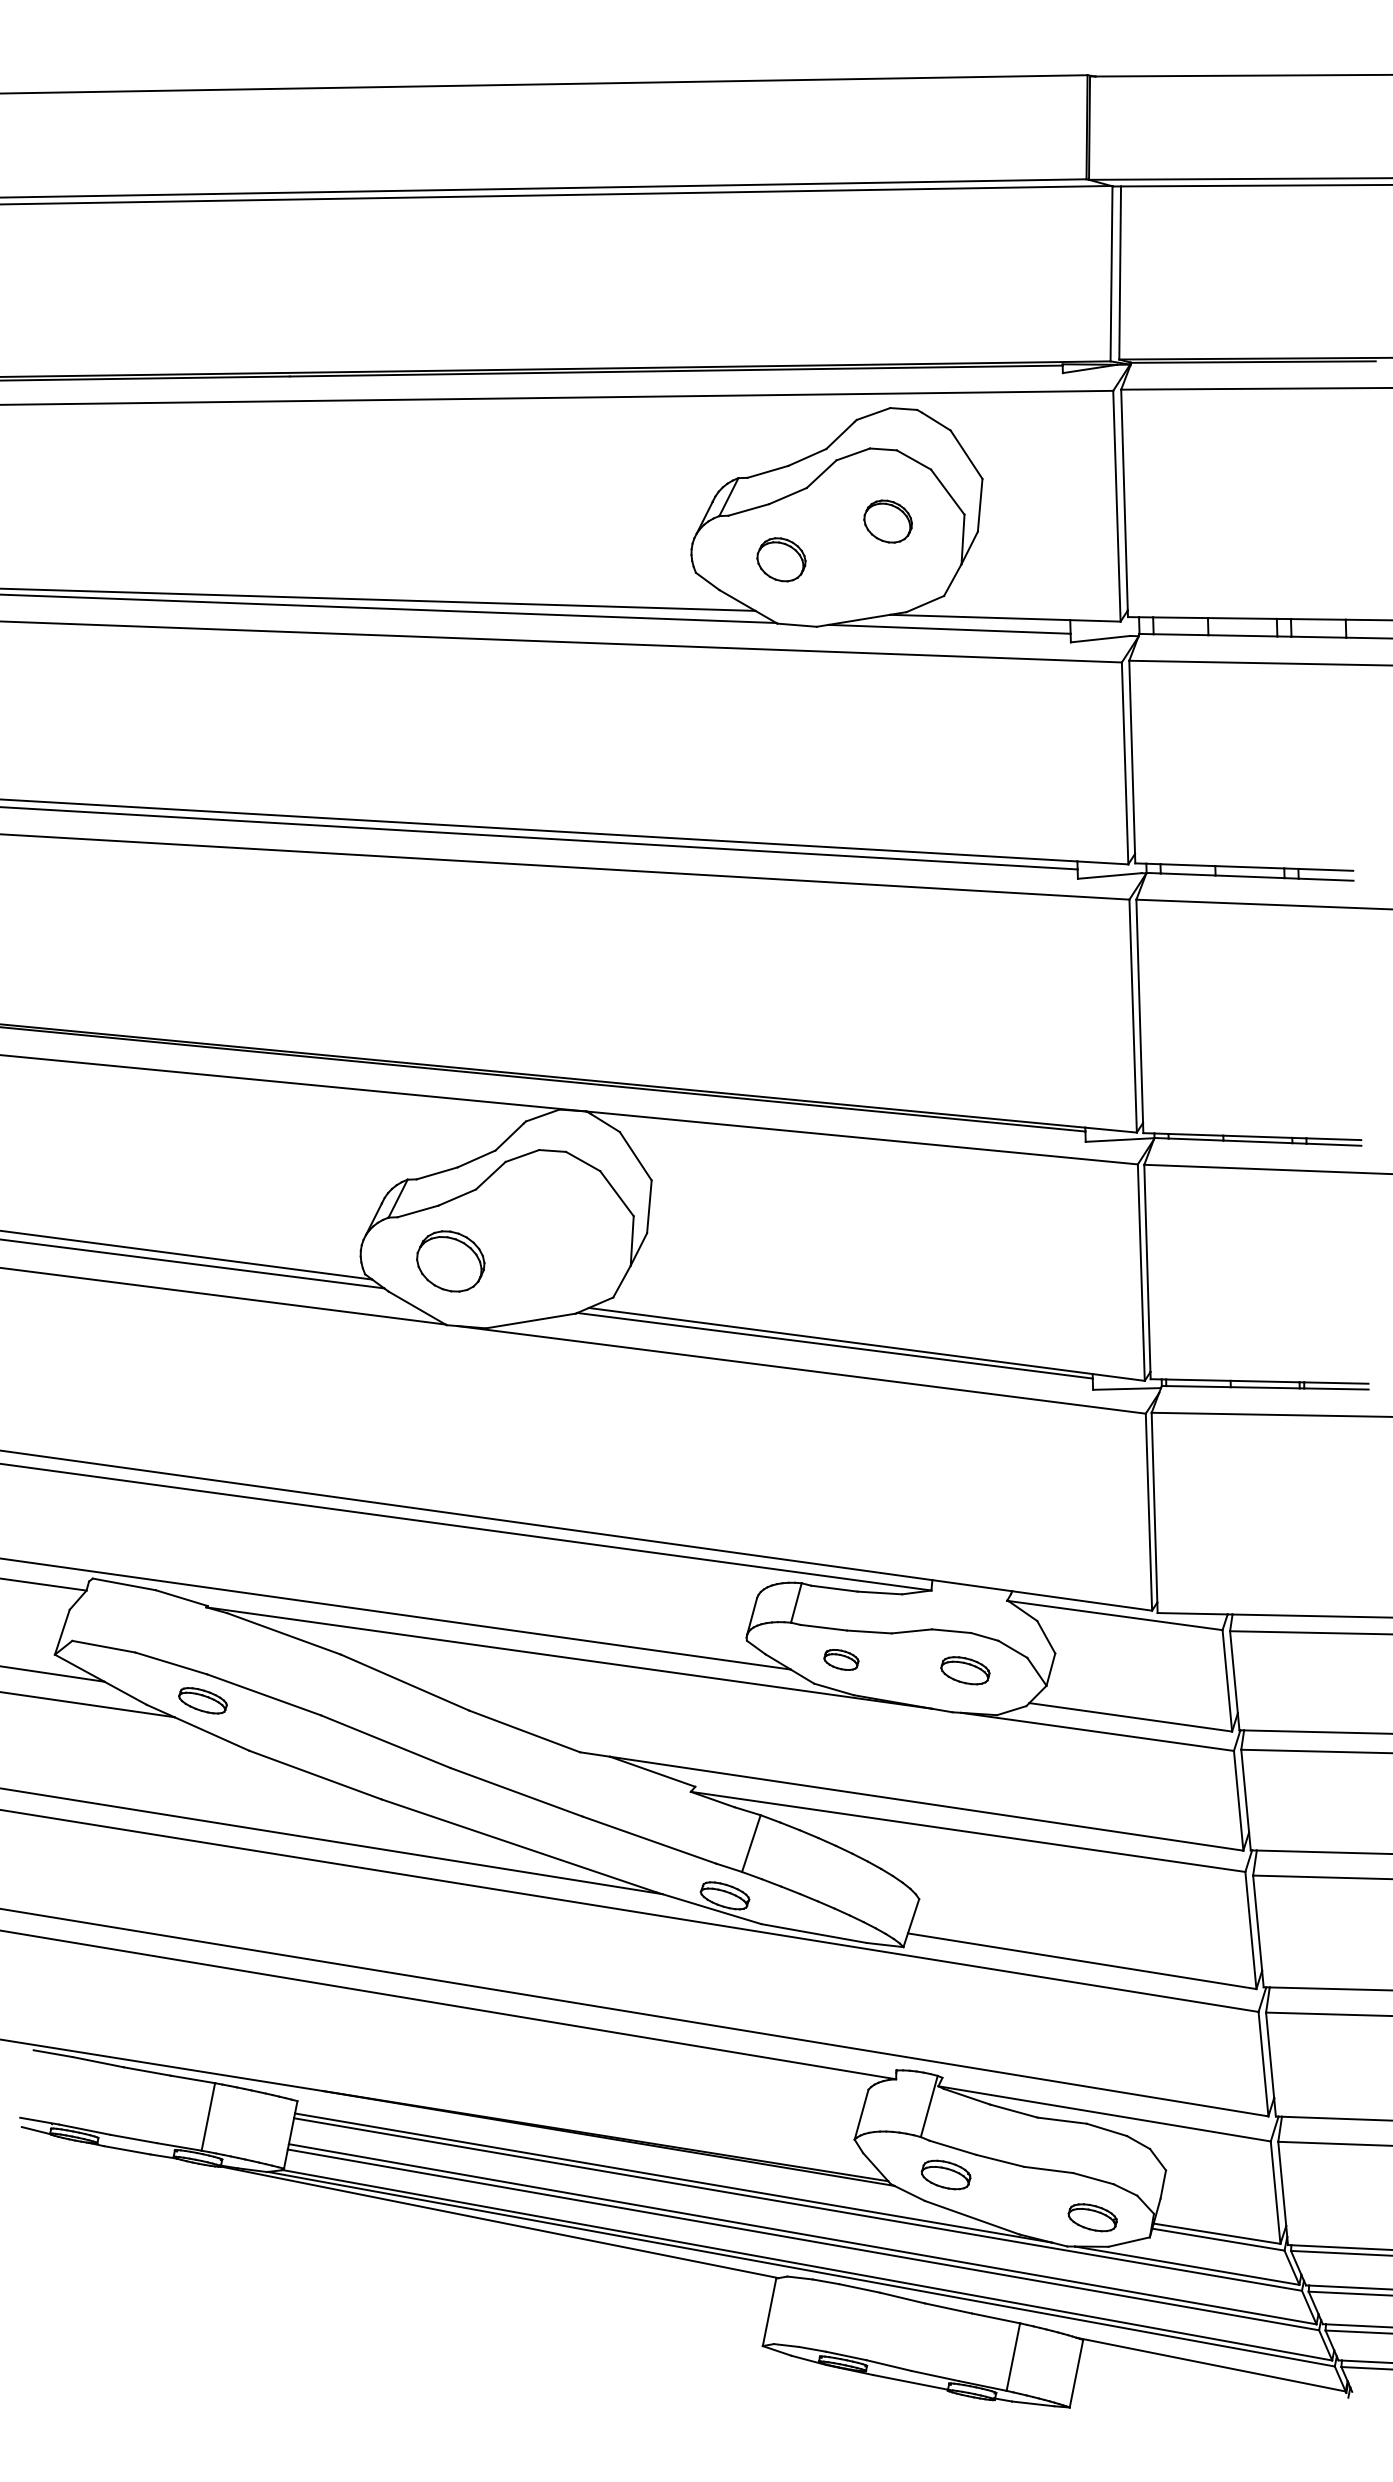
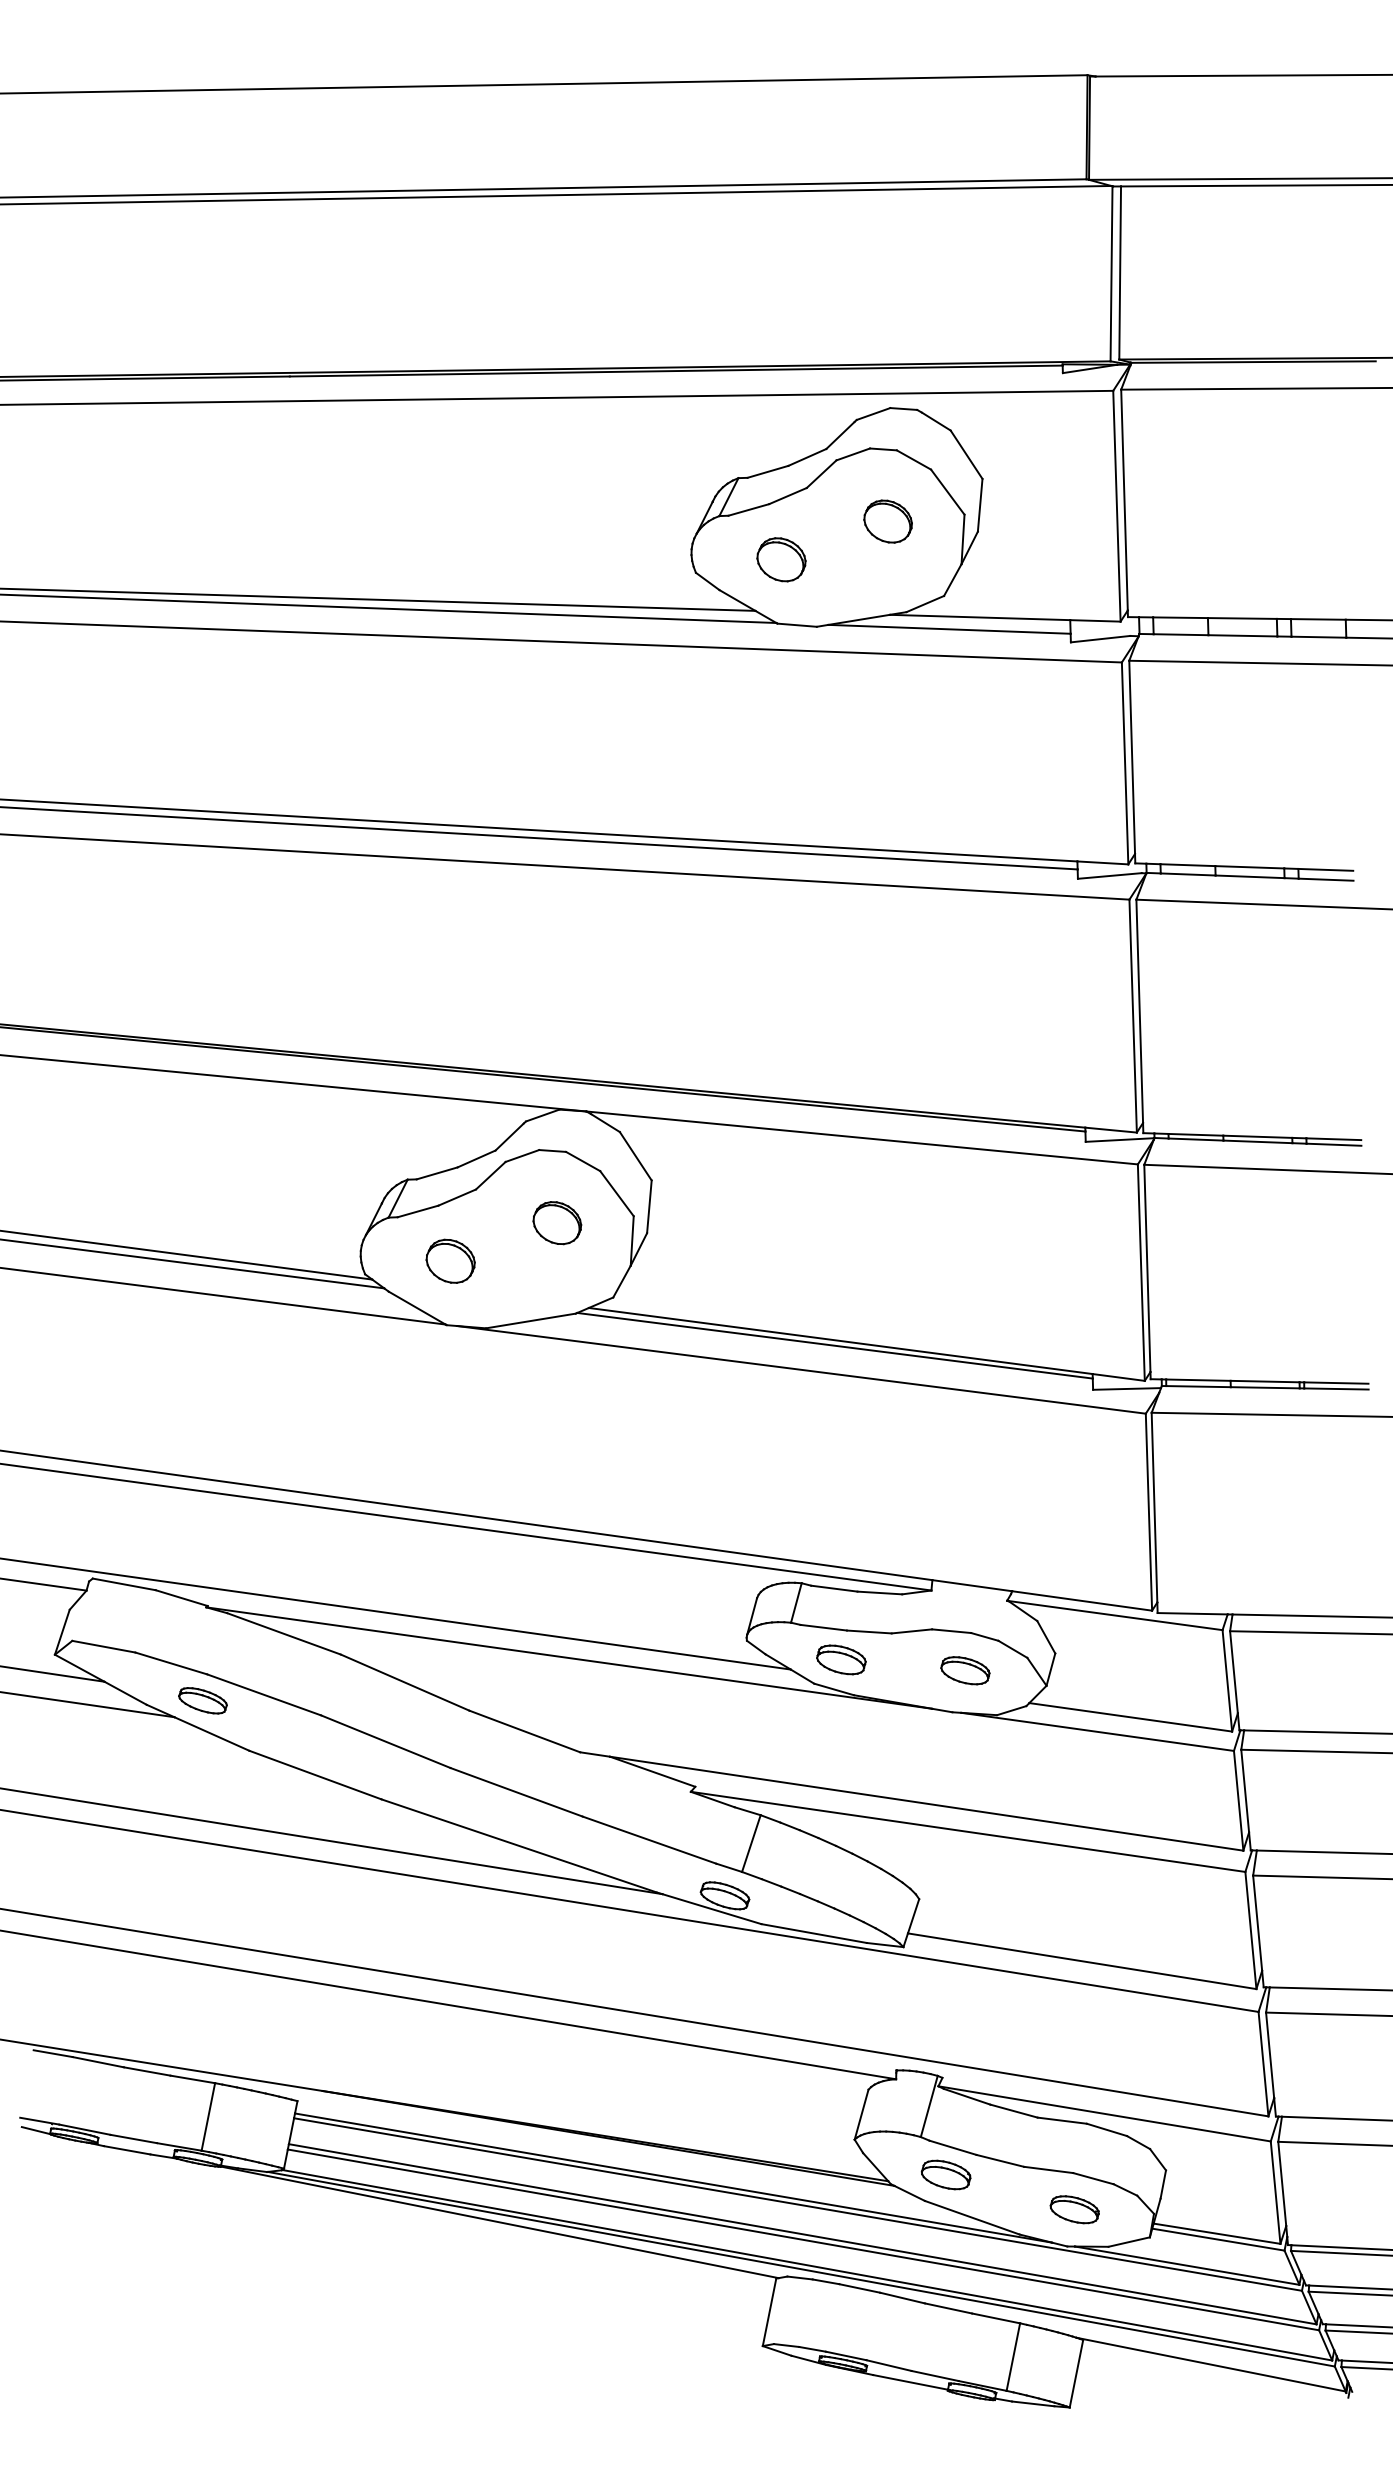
part at (557, 1223): none -> present
part at (450, 1261) size: 70x63 px -> 51x46 px
part at (841, 1659) size: 37x22 px -> 51x32 px
part at (1092, 2217) position: (1092, 2217) -> (1074, 2209)
